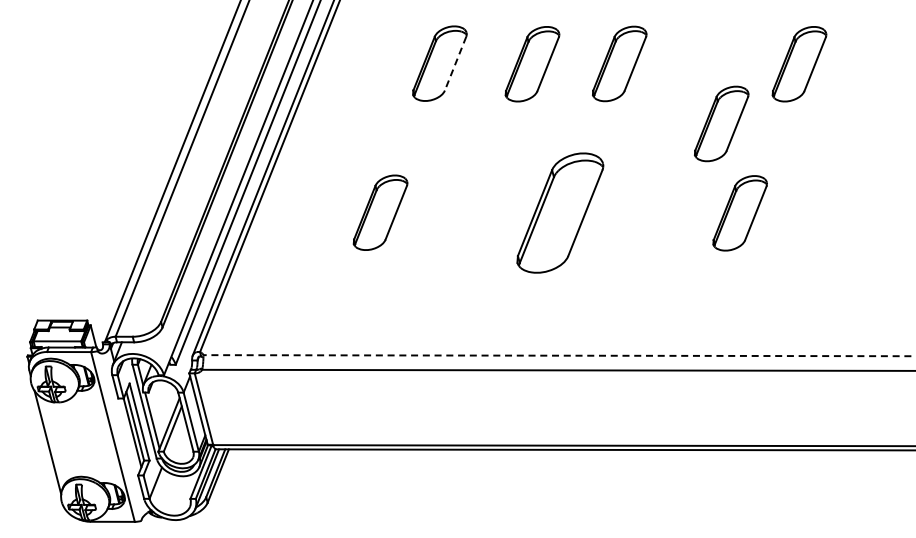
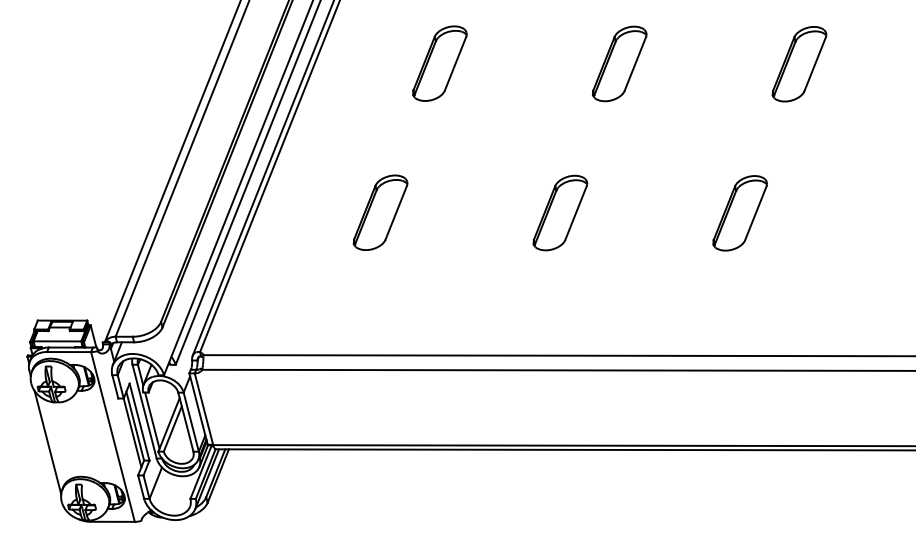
line at (455, 63): dashed -> solid
part at (532, 64): present -> none
part at (721, 123): present -> none
part at (560, 212) size: 89x122 px -> 57x78 px
line at (559, 355): dashed -> solid
